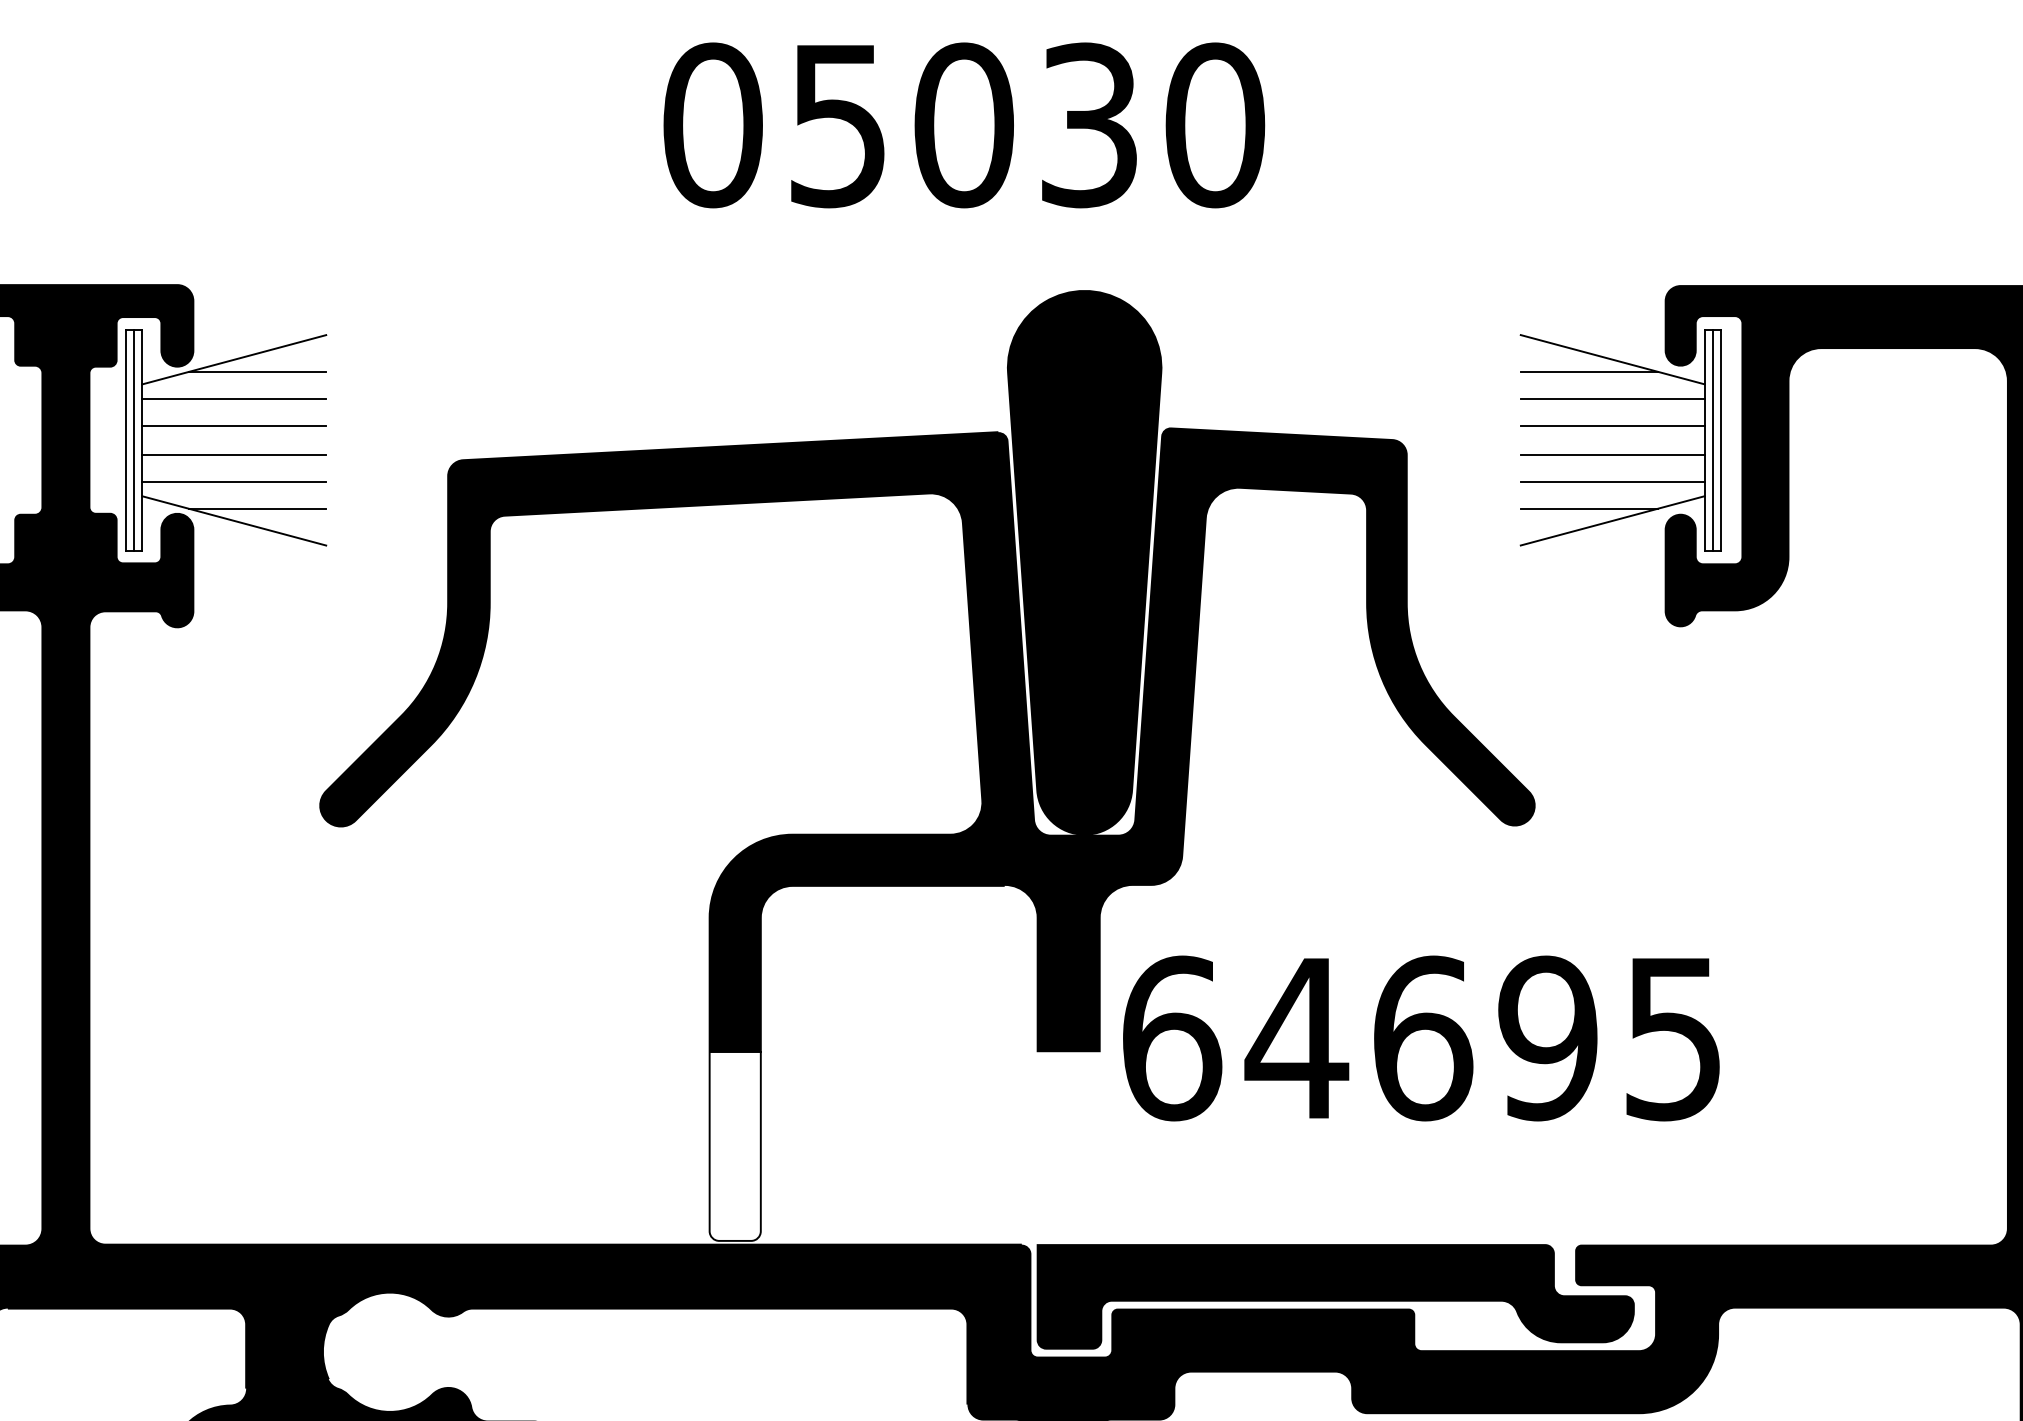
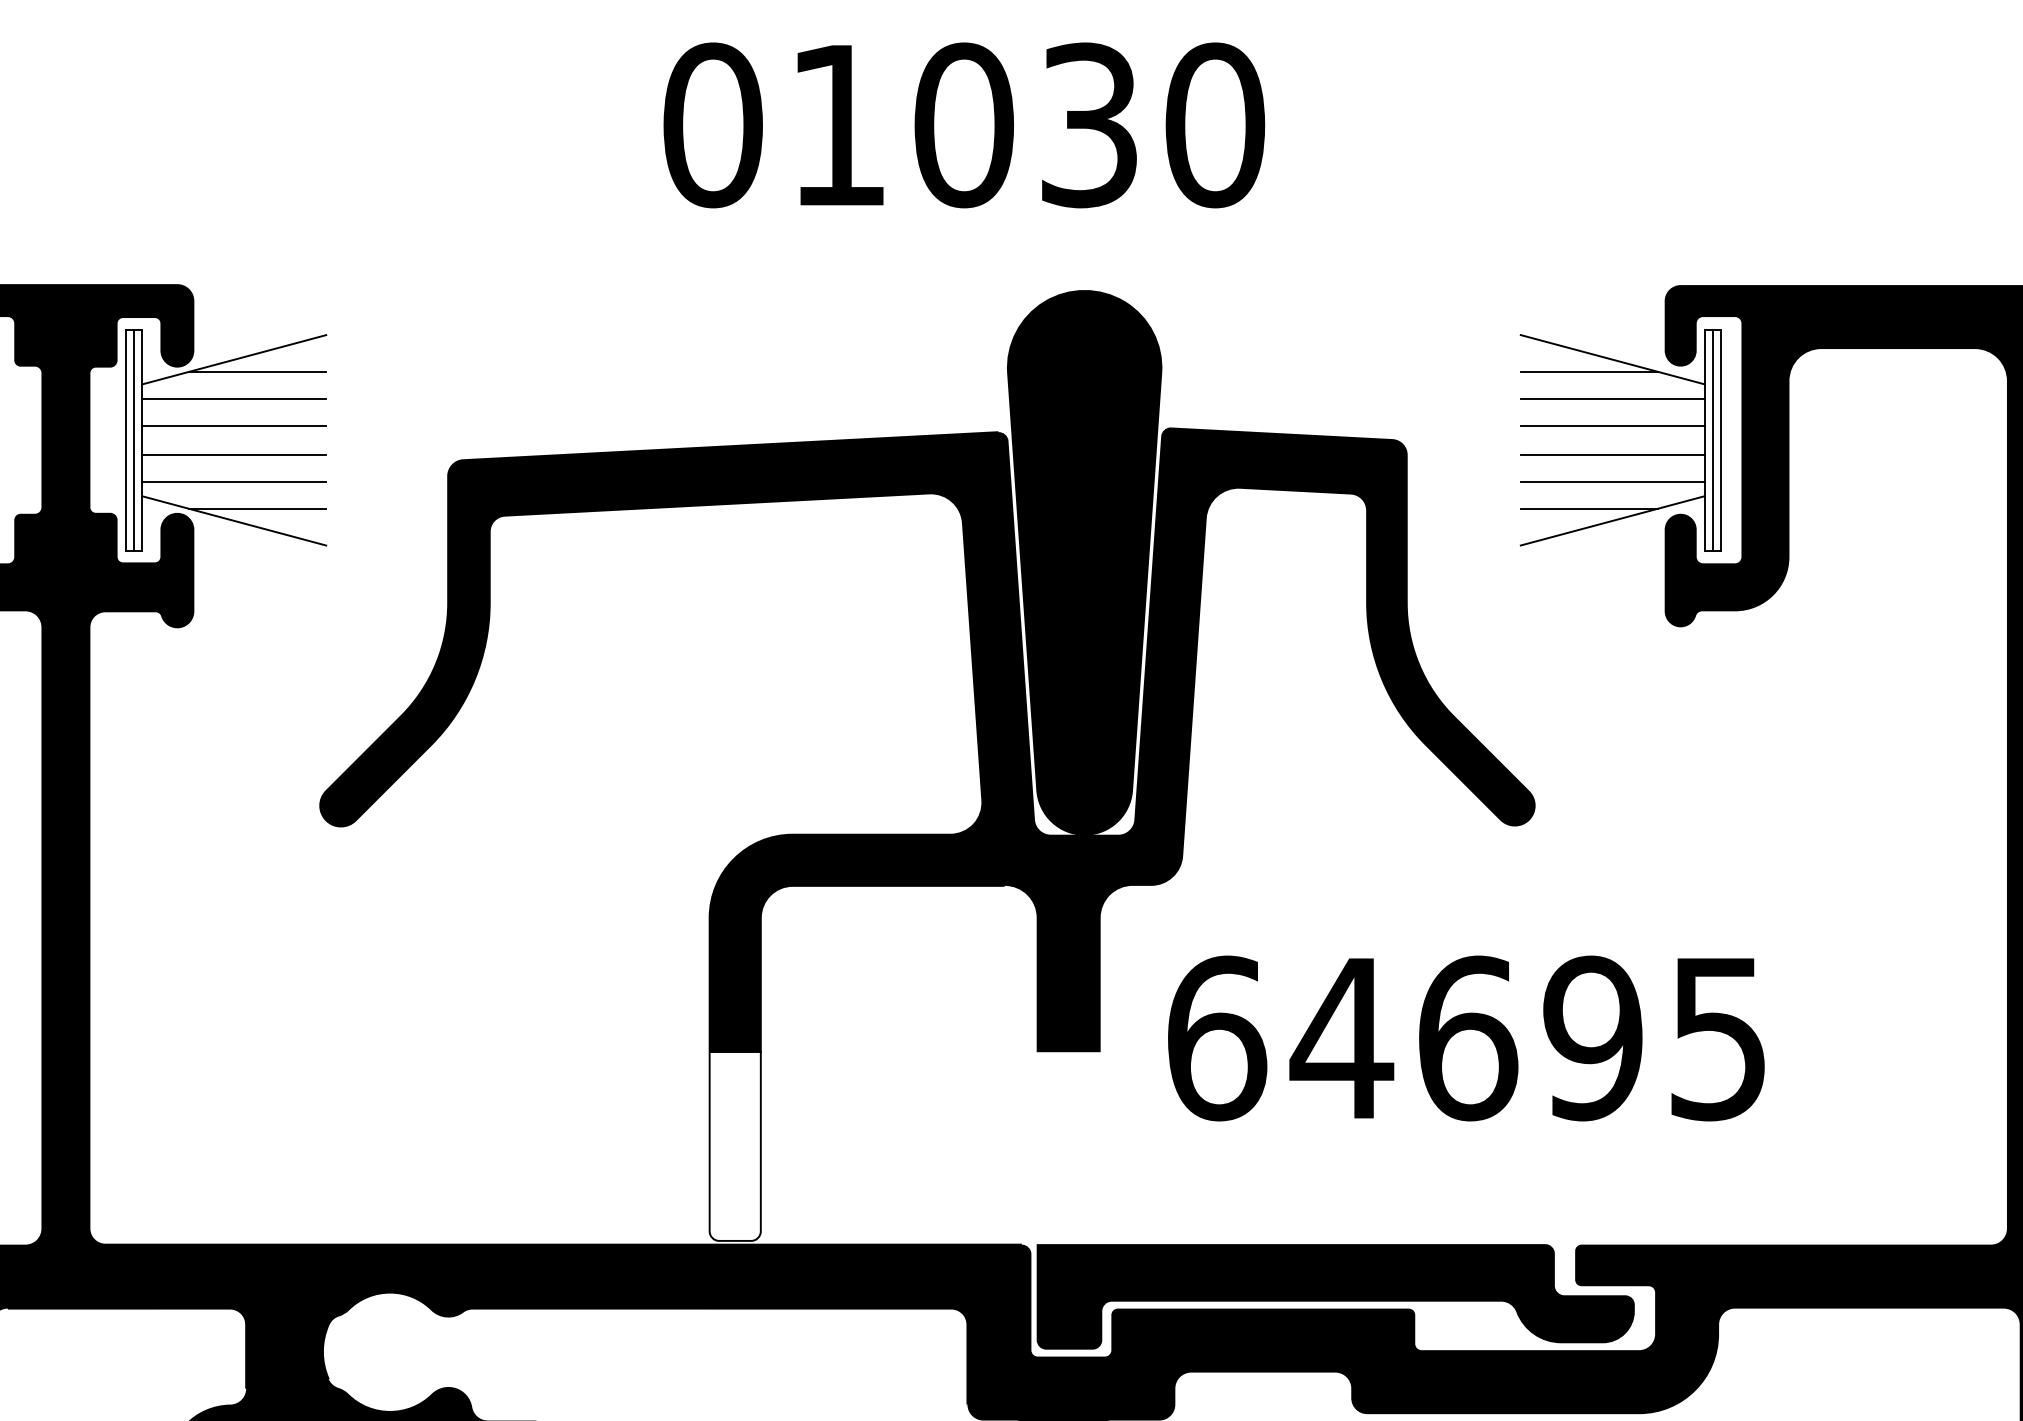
text at (837, 126): 05030 -> 01030
text at (1421, 1038) position: (1421, 1038) -> (1466, 1038)
